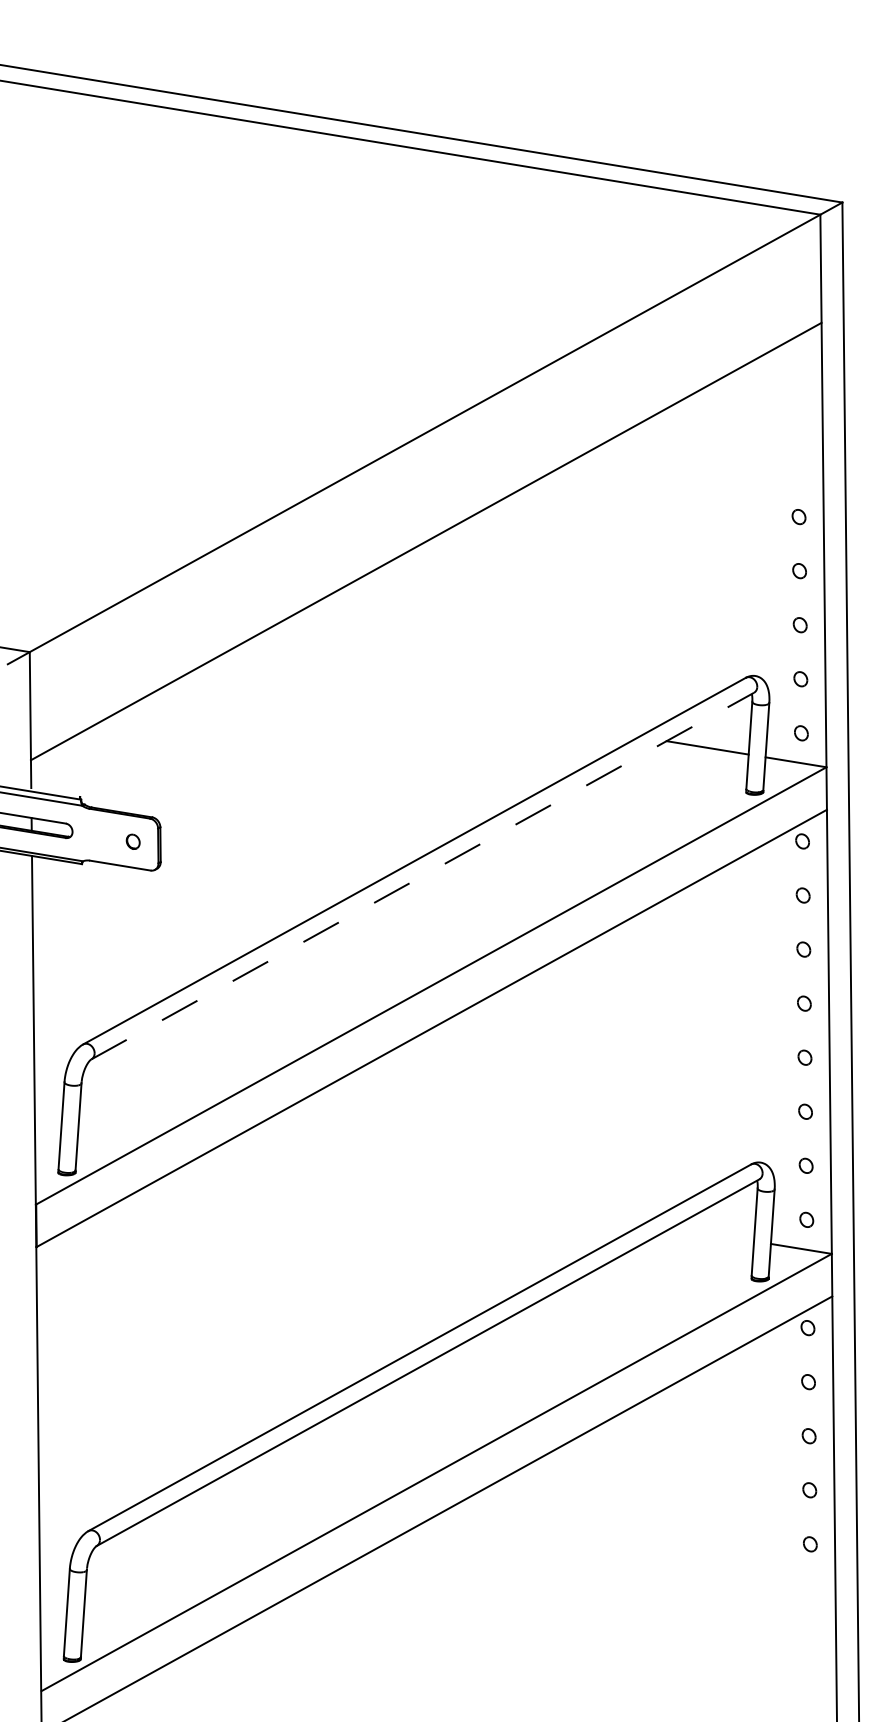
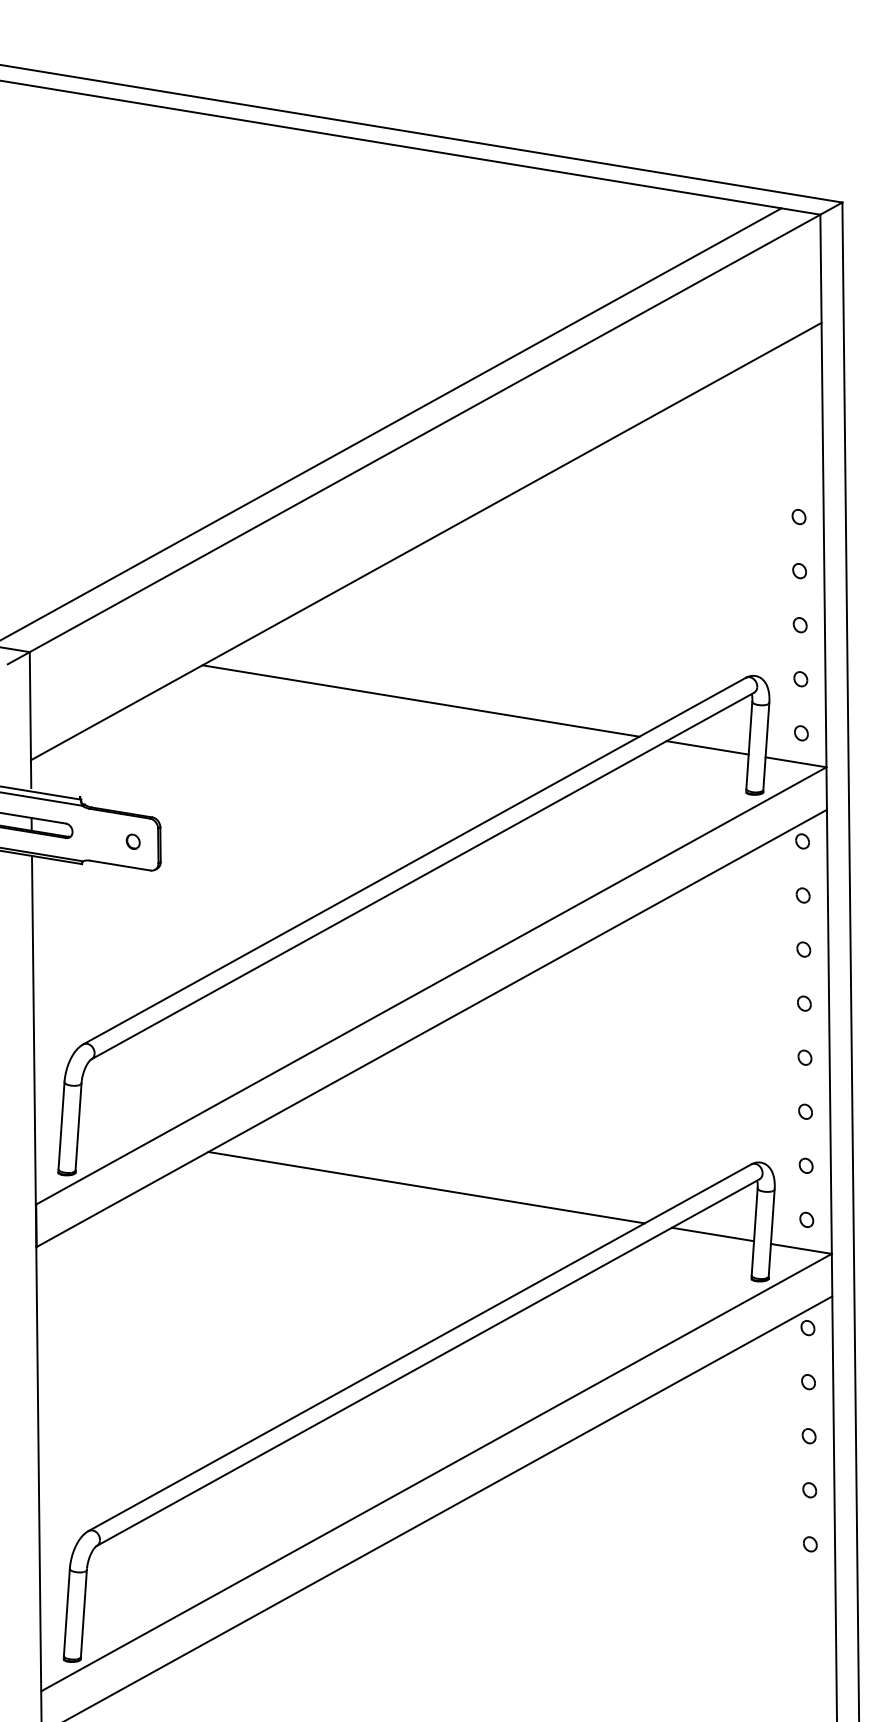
line at (391, 423): none -> present
line at (420, 700): none -> present
line at (422, 876): dashed -> solid
line at (426, 1187): none -> present
line at (712, 1234): none -> present
